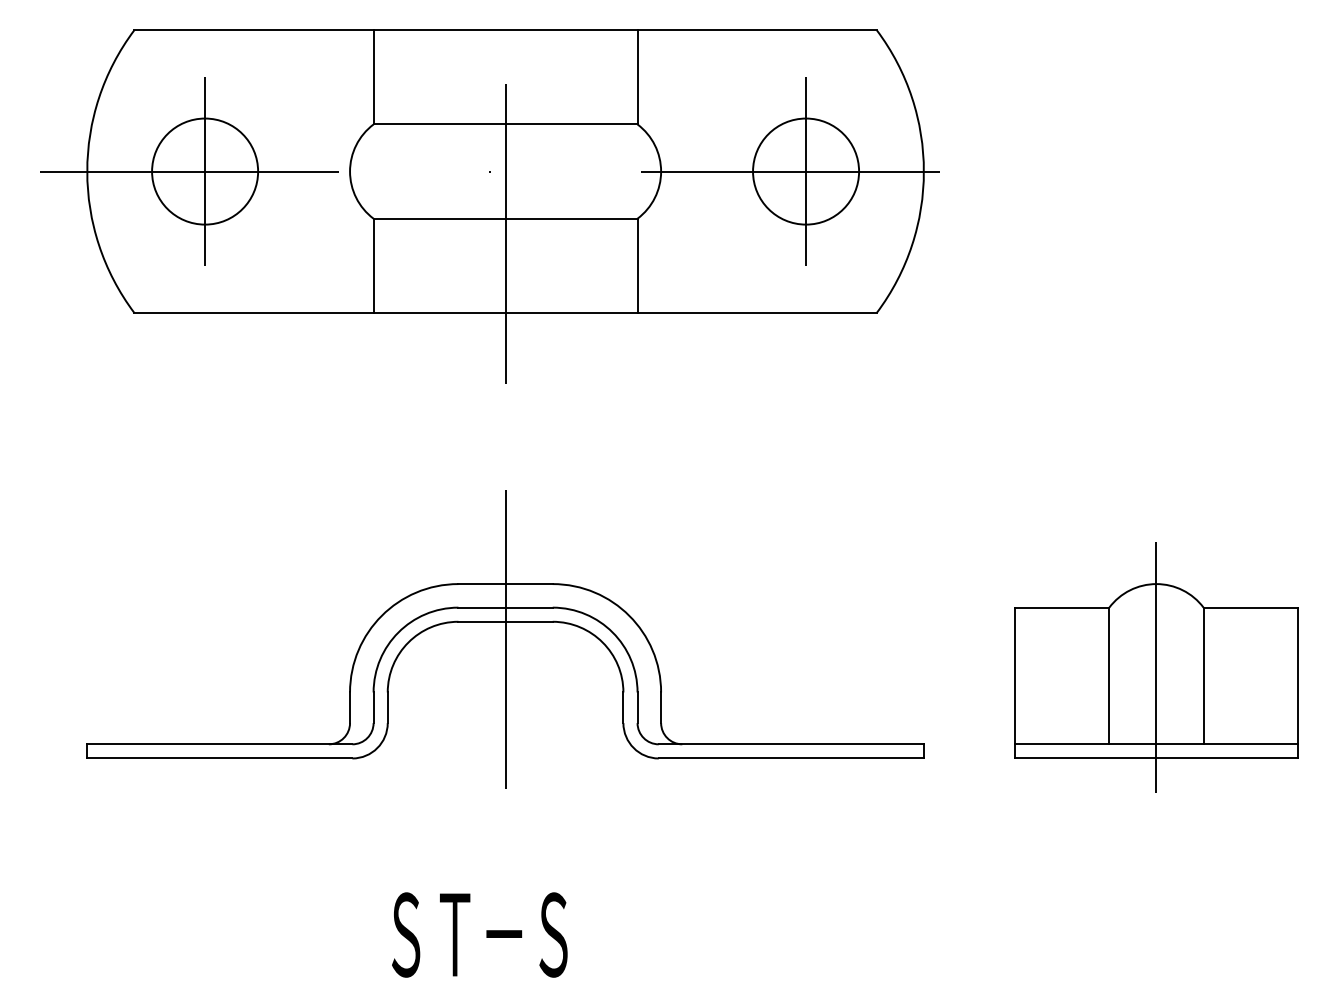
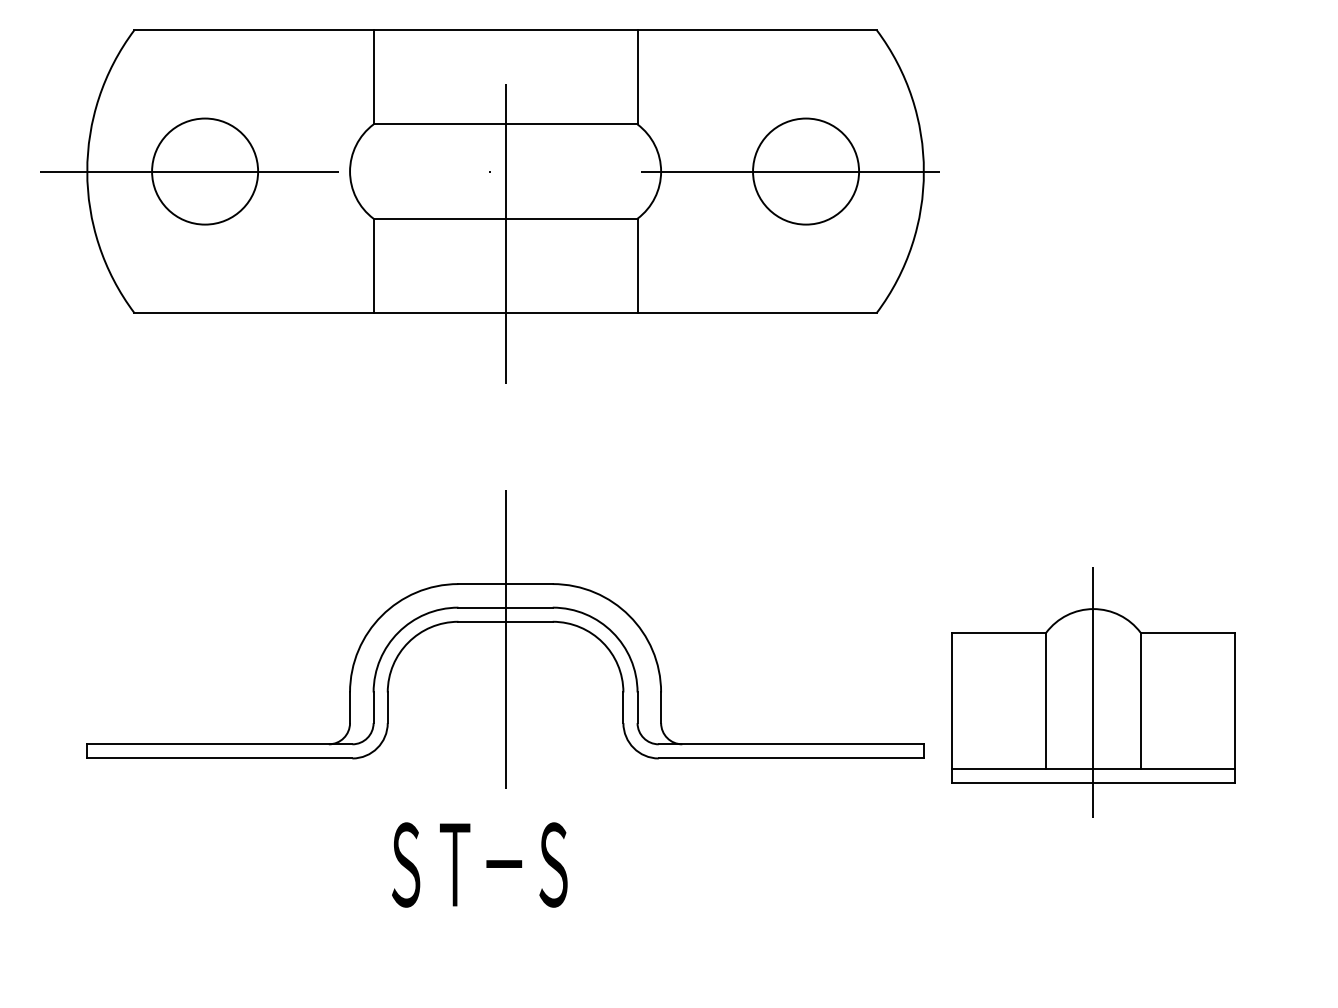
line at (205, 171): present -> none
line at (806, 171): present -> none
part at (1156, 667) position: (1156, 667) -> (1093, 692)
text at (479, 934) position: (479, 934) -> (479, 864)
